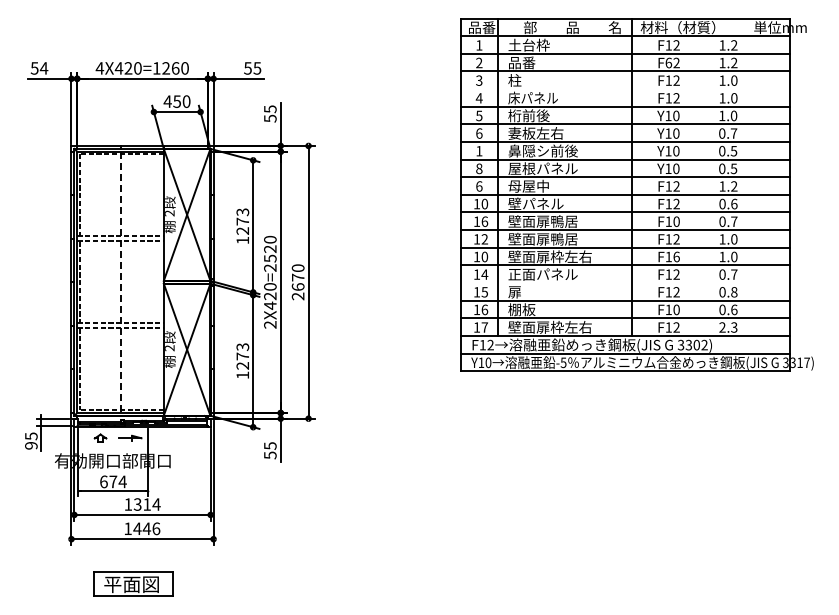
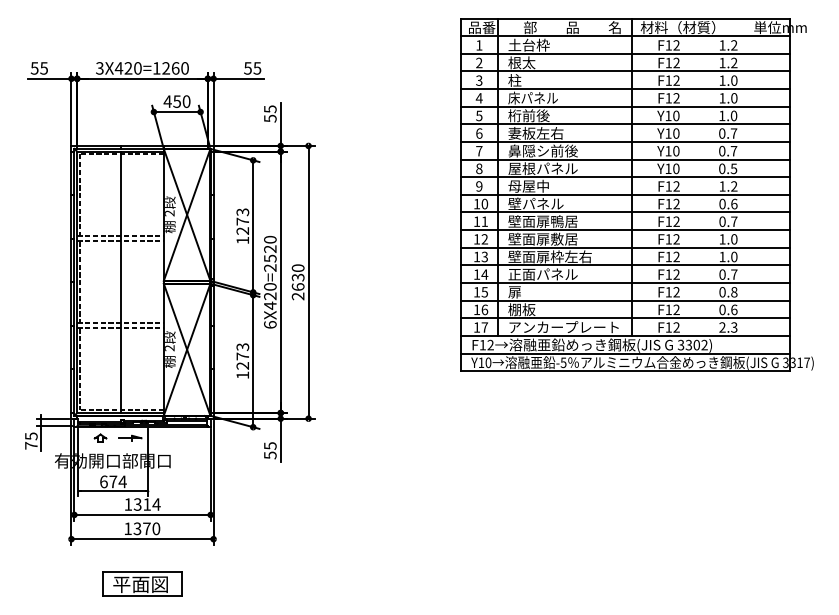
text at (521, 62): 品番 -> 根太
text at (668, 62): F62 -> F12
text at (43, 68): 54 -> 55
text at (99, 68): 4X420=1260 -> 3X420=1260
line at (625, 89): none -> present
text at (479, 151): 1 -> 7
text at (733, 151): 0.5 -> 0.7
text at (479, 186): 6 -> 9
text at (484, 221): 16 -> 11
text at (676, 221): F10 -> F12
text at (557, 238): 壁面扉鴨居 -> 壁面扉敷居
text at (484, 256): 10 -> 13
text at (676, 256): F16 -> F12
text at (297, 277): 2670 -> 2630
line at (120, 282): dashed -> solid
line at (625, 282): none -> present
text at (676, 309): F10 -> F12
text at (270, 324): 2X420=2520 -> 6X420=2520
text at (563, 326): 壁面扉枠左右 -> アンカープレート
text at (31, 445): 95 -> 75
text at (146, 528): 1446 -> 1370
part at (133, 583) position: (133, 583) -> (142, 583)
